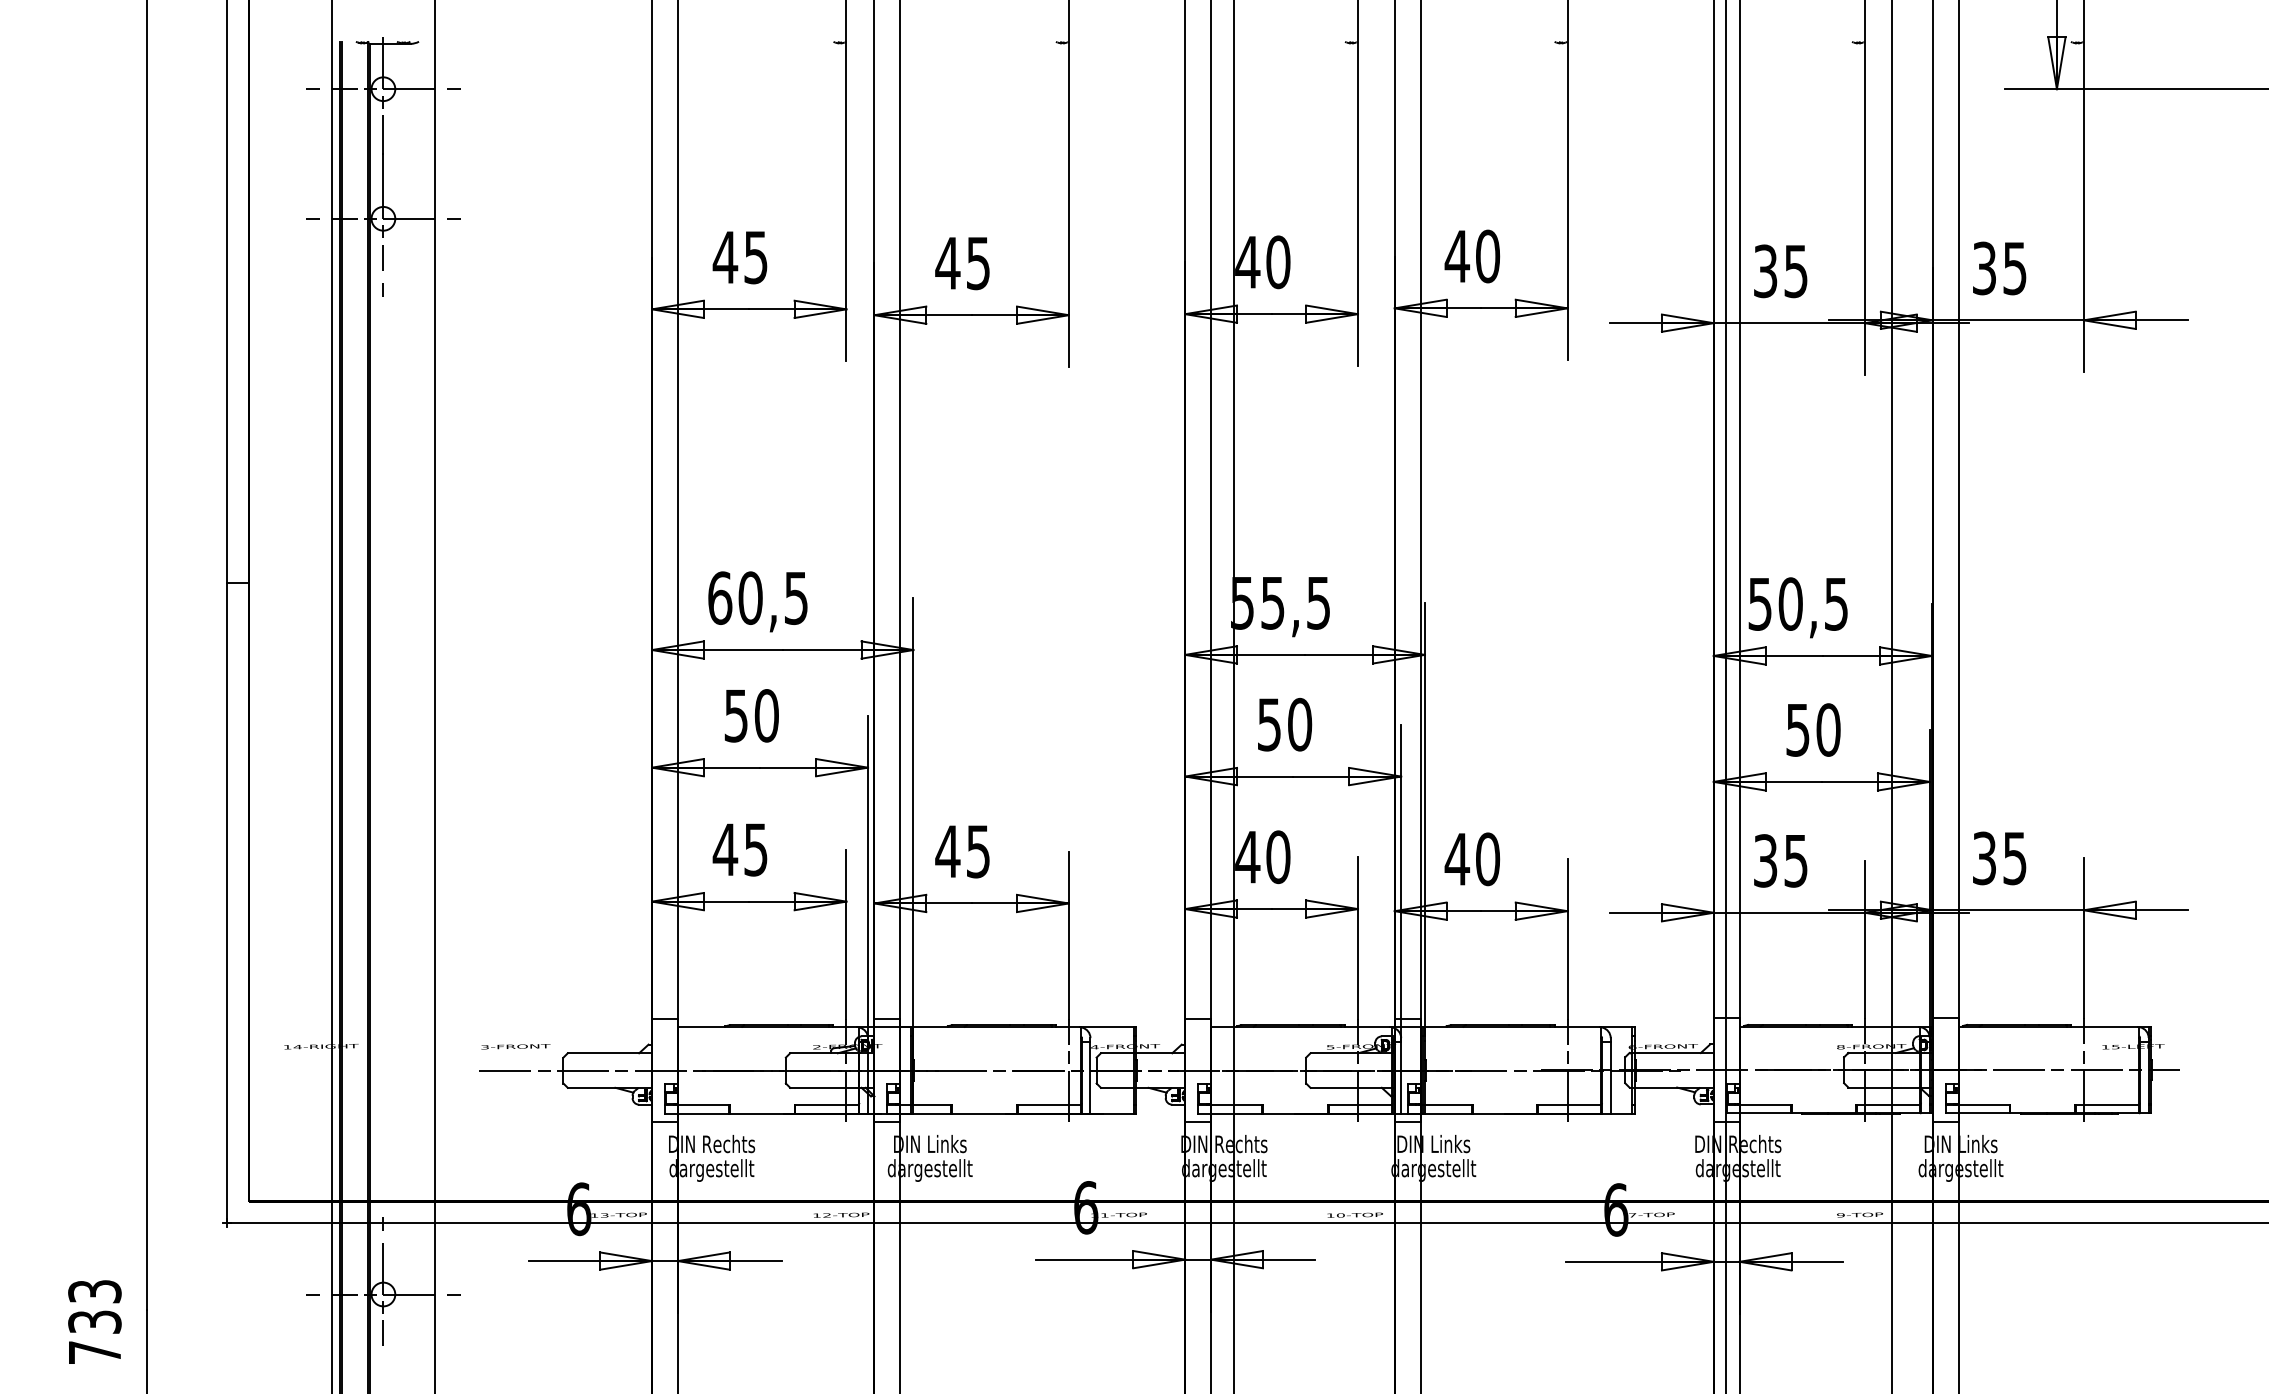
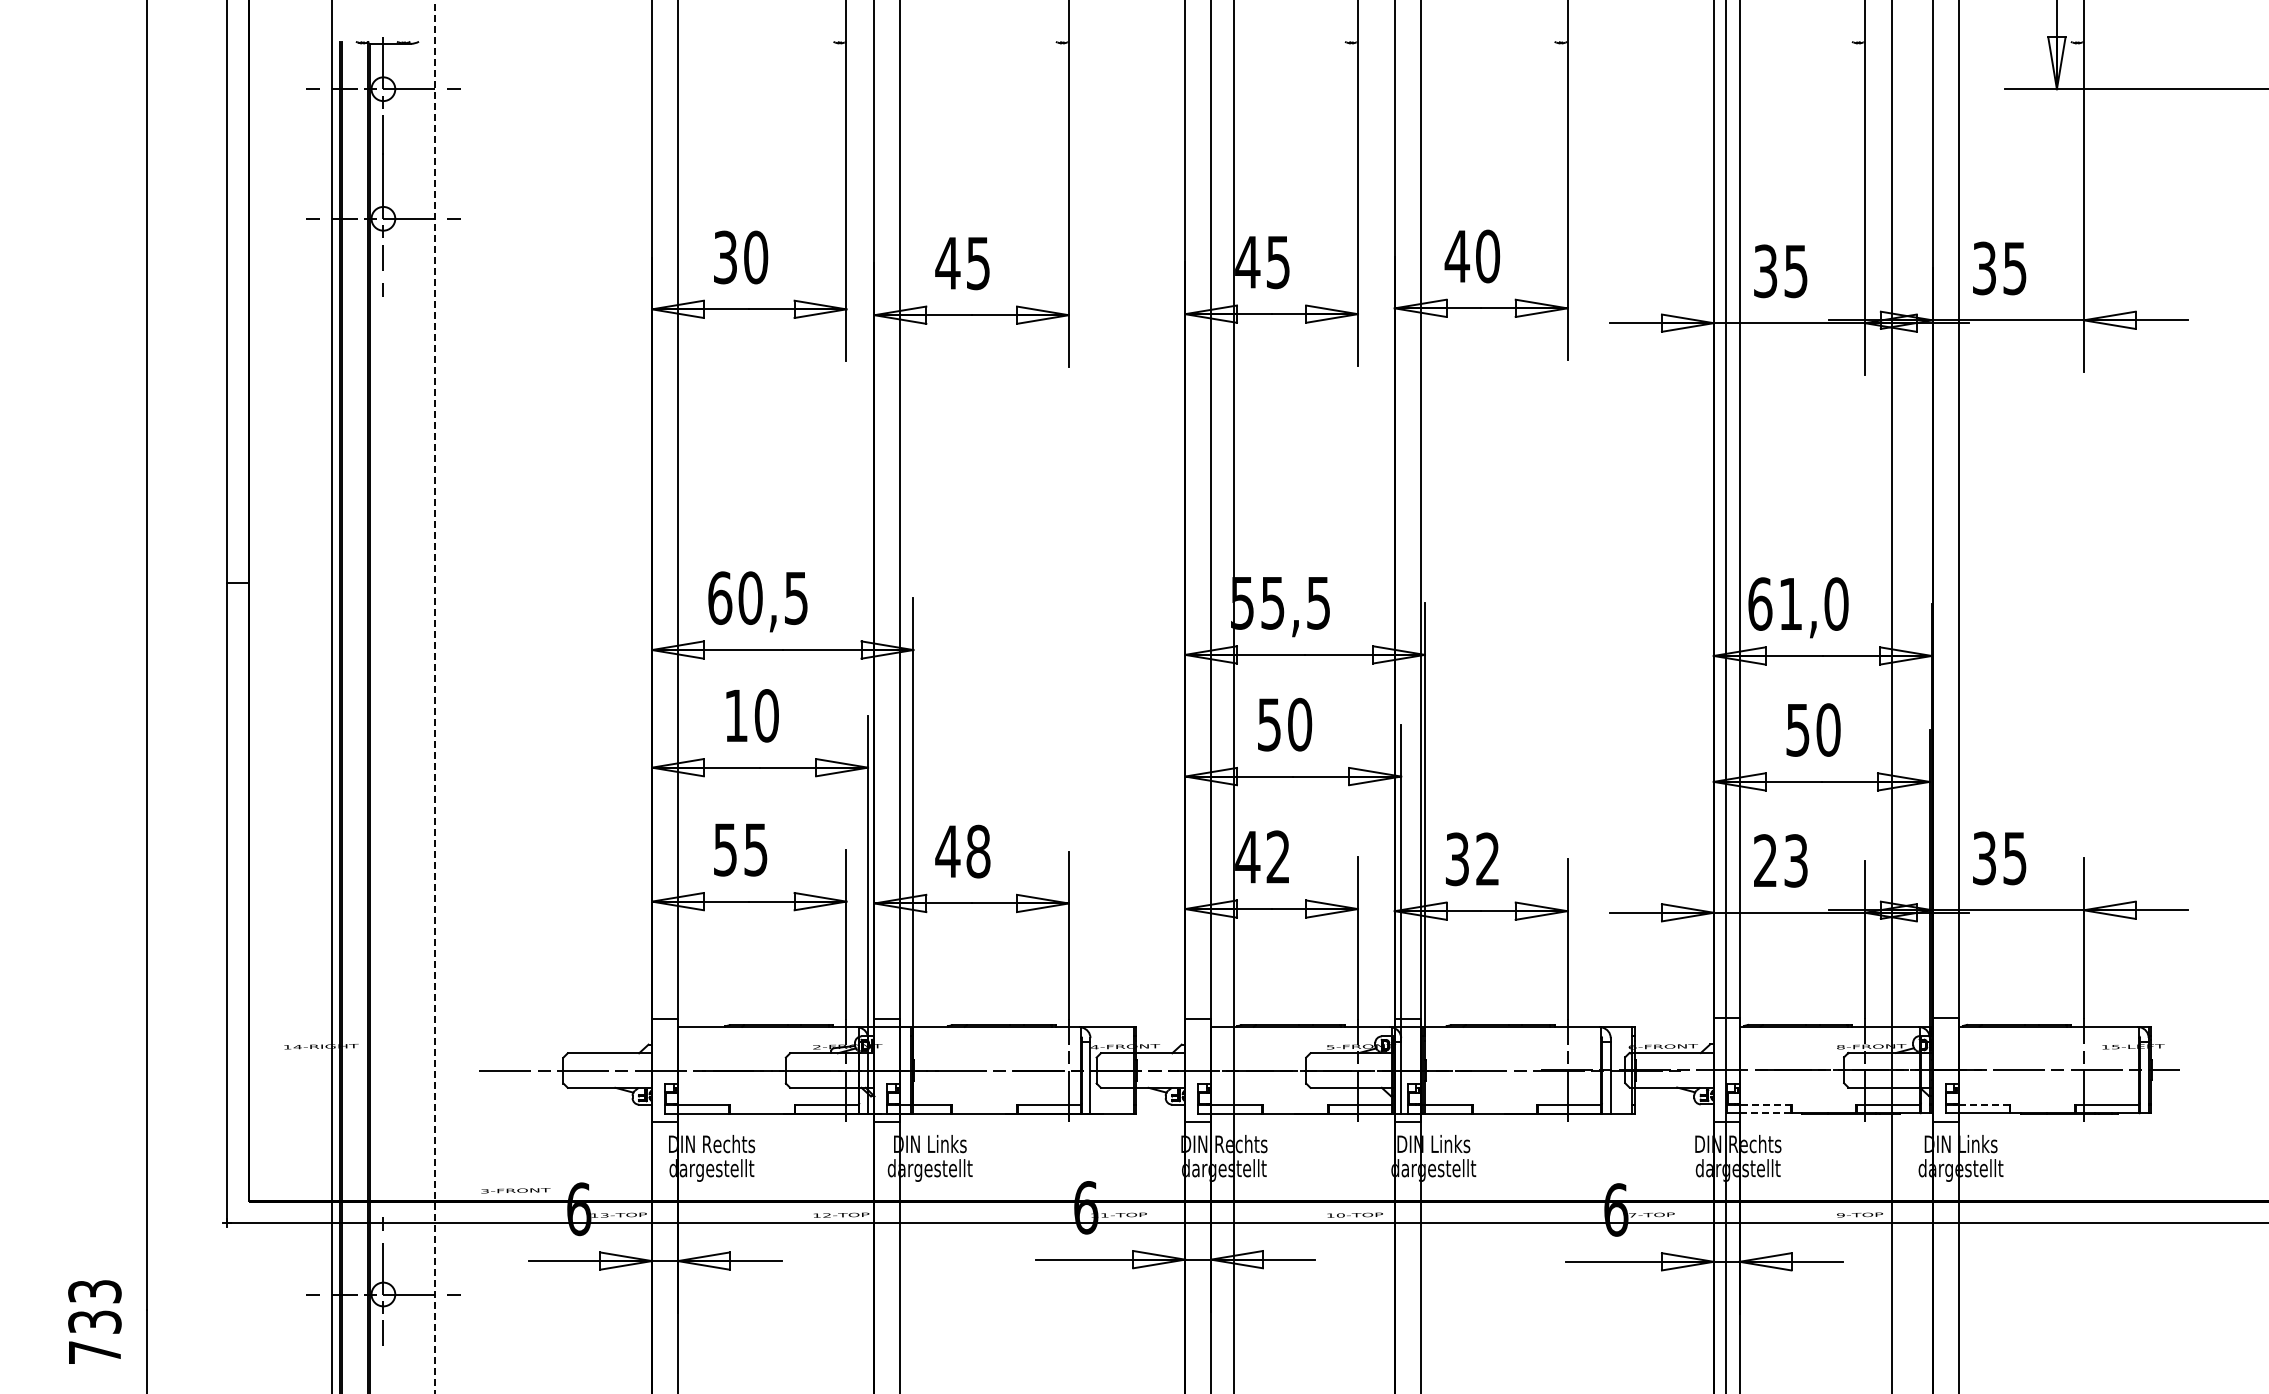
text at (740, 257): 45 -> 30
text at (1278, 262): 40 -> 45
text at (1798, 603): 50,5 -> 61,0
line at (435, 696): solid -> dashed
text at (735, 716): 50 -> 10
text at (725, 849): 45 -> 55
text at (978, 851): 45 -> 48
text at (1278, 857): 40 -> 42
text at (1472, 859): 40 -> 32
text at (1780, 860): 35 -> 23
text at (515, 1046) position: (515, 1046) -> (515, 1190)
line at (1765, 1104): solid -> dashed
line at (1984, 1104): solid -> dashed
line at (1765, 1113): solid -> dashed
